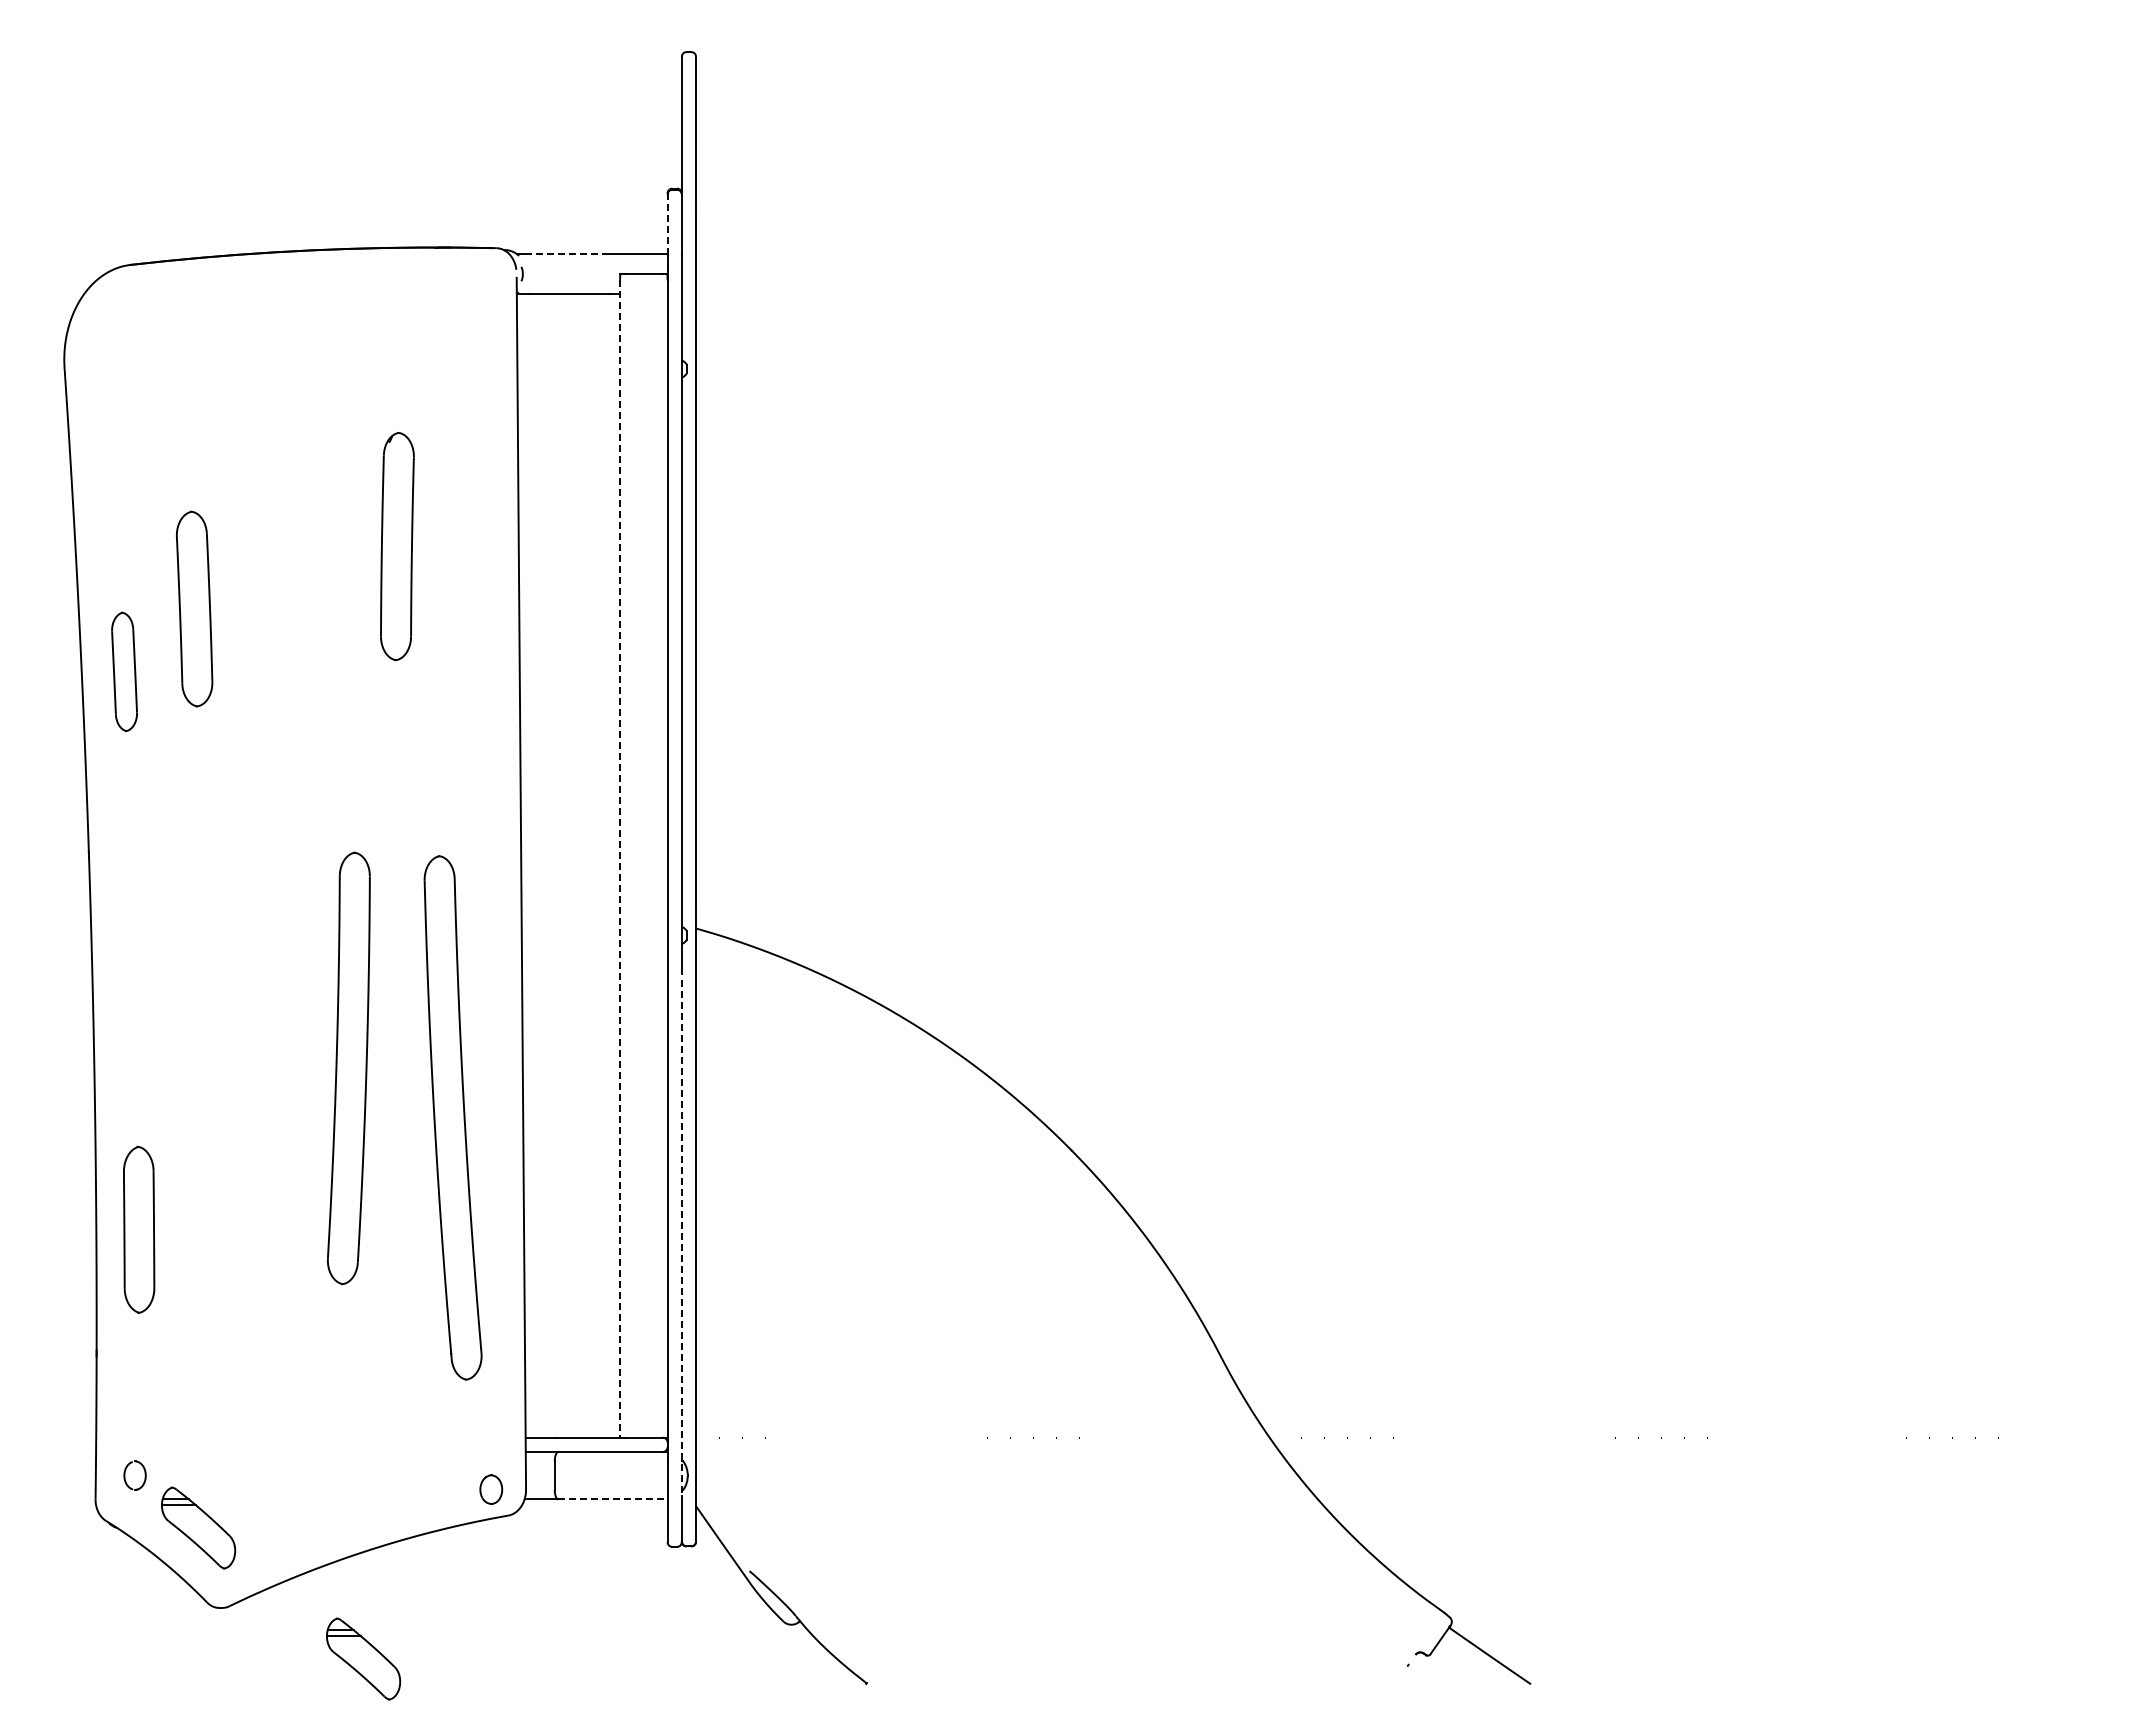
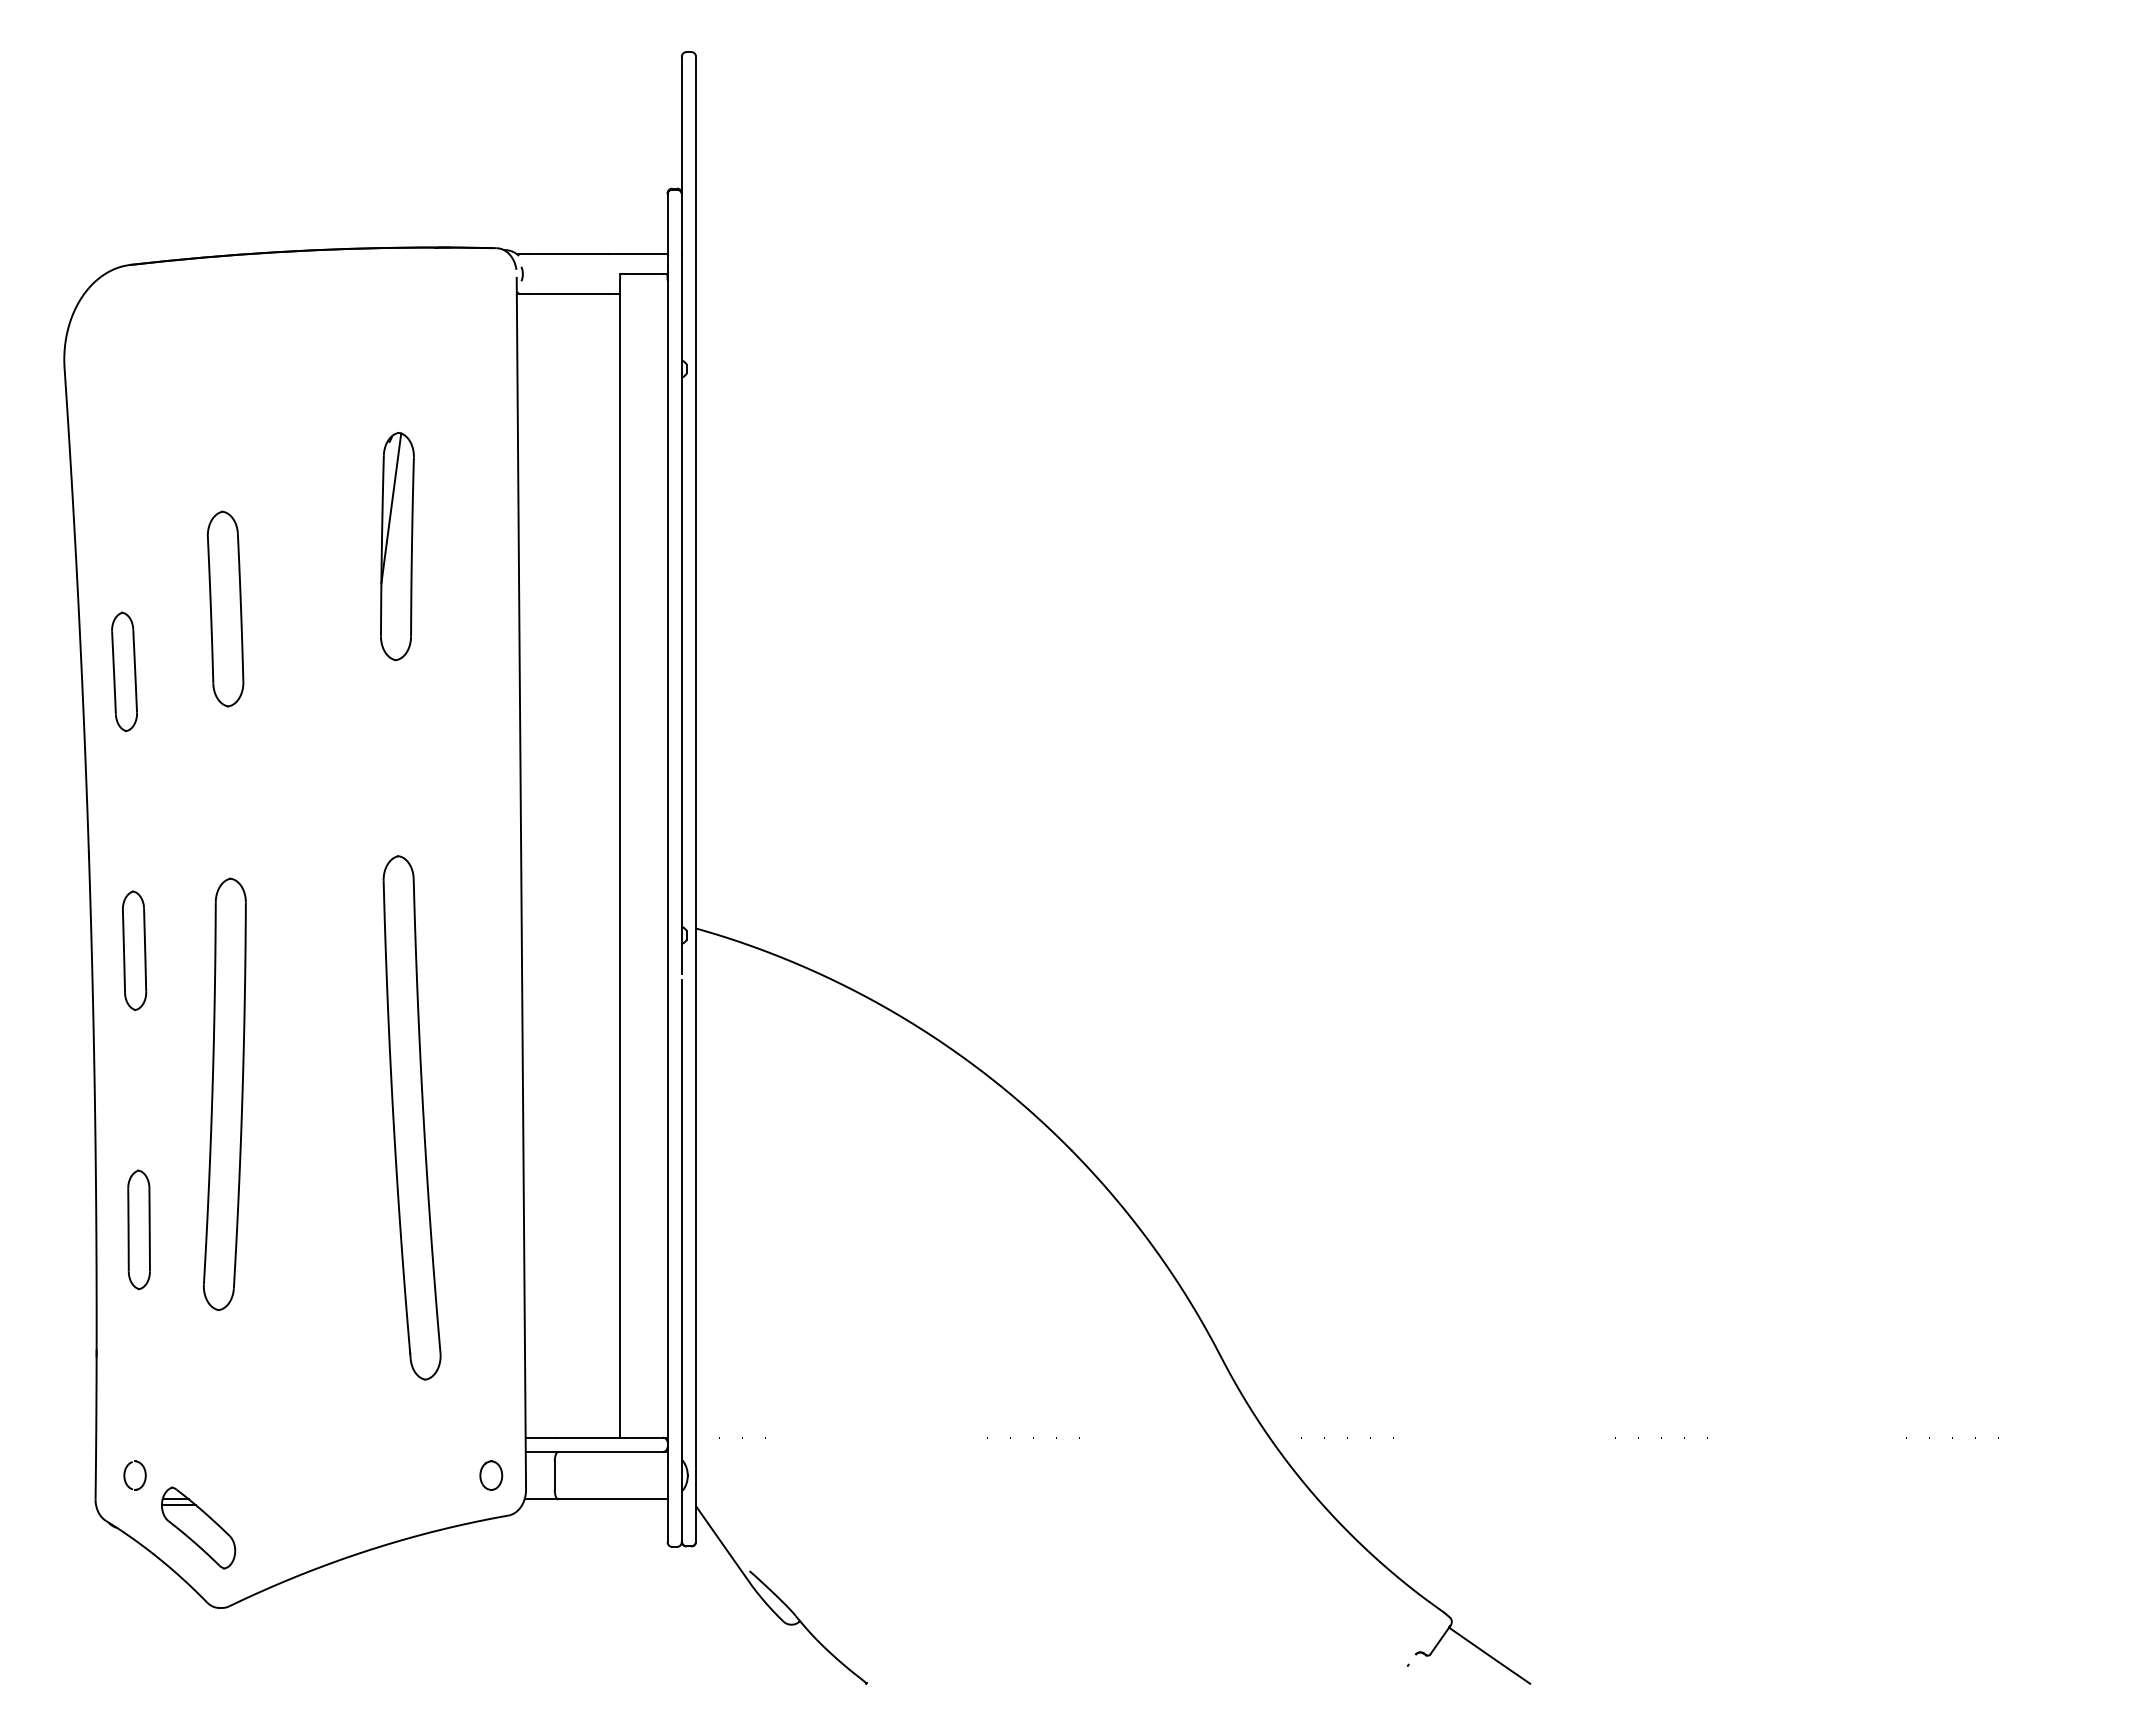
line at (667, 224): dashed -> solid
line at (569, 254): dashed -> solid
line at (391, 508): none -> present
part at (194, 608) position: (194, 608) -> (225, 608)
line at (620, 859): dashed -> solid
part at (134, 950): none -> present
part at (348, 1067) position: (348, 1067) -> (224, 1093)
part at (452, 1117) position: (452, 1117) -> (411, 1117)
part at (139, 1229) size: 33x169 px -> 24x122 px
line at (681, 1237): dashed -> solid
part at (491, 1489) position: (491, 1489) -> (491, 1475)
line at (612, 1499): dashed -> solid
part at (363, 1658): present -> none
